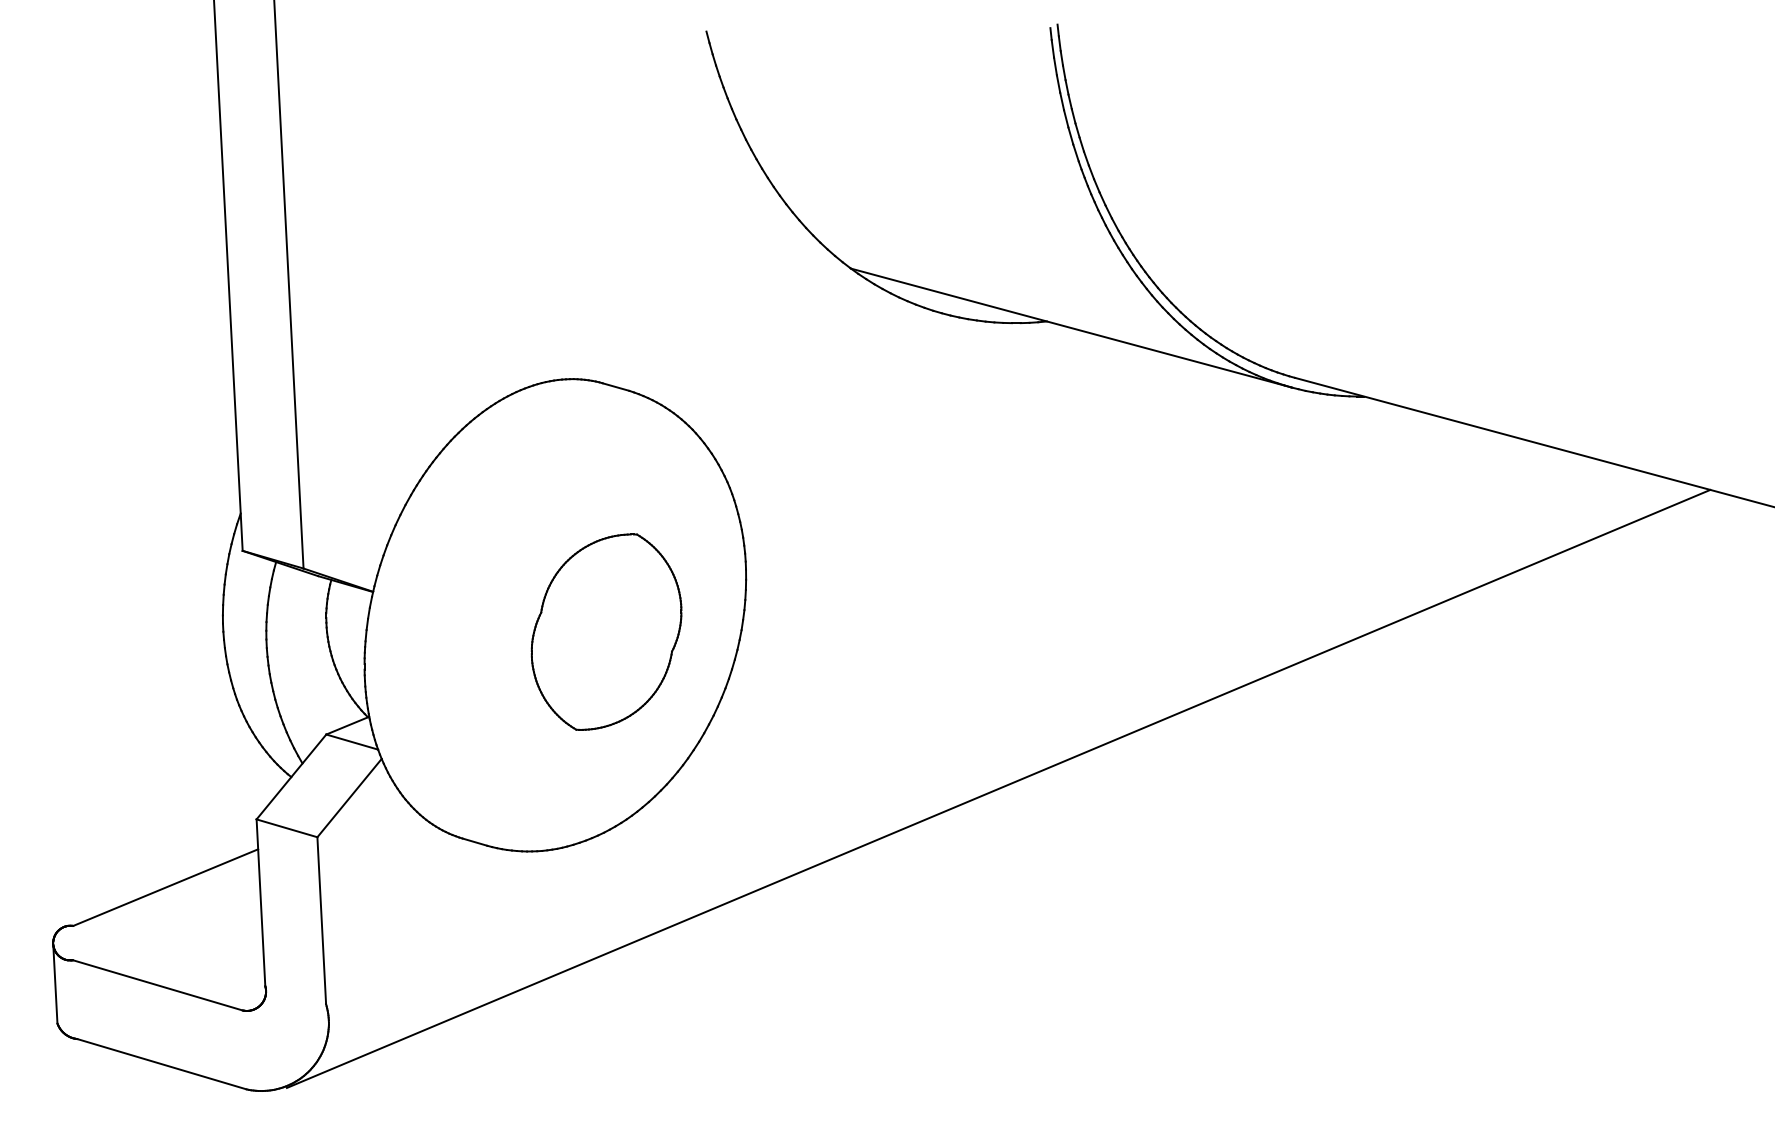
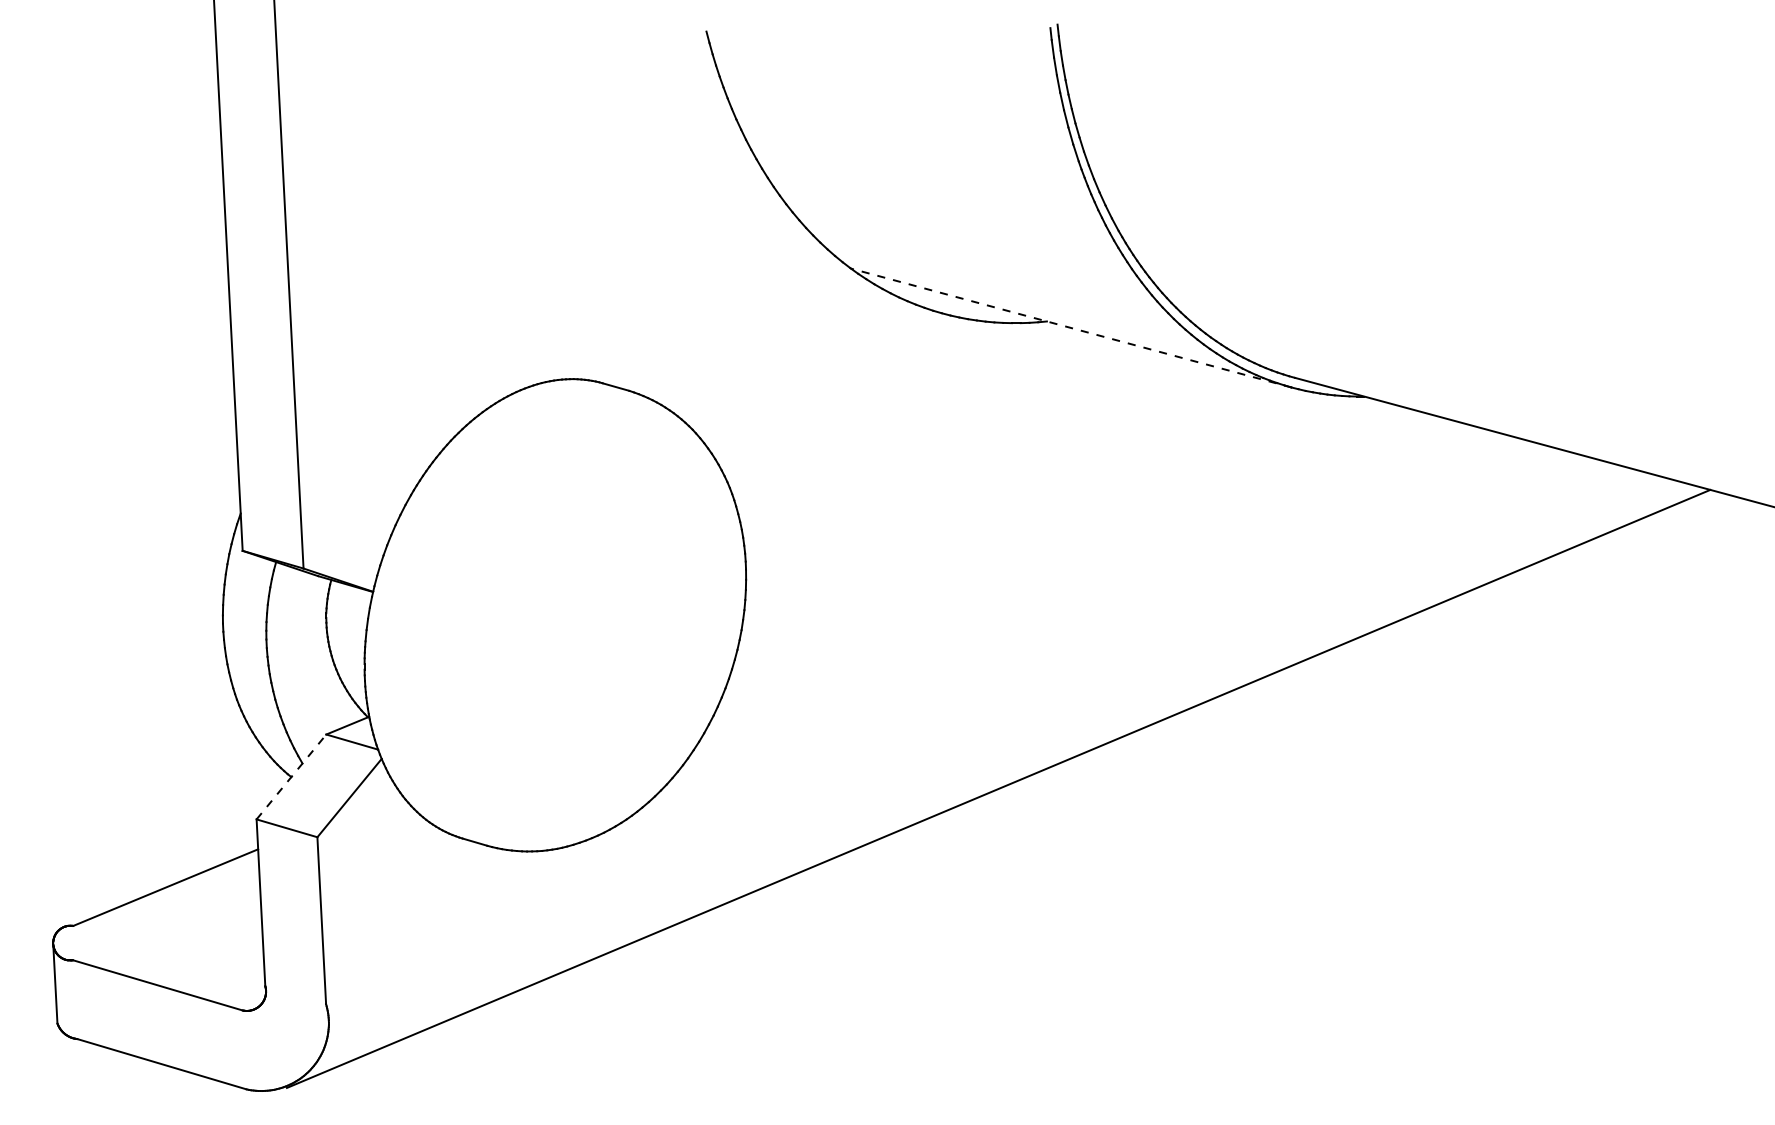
line at (1071, 327): solid -> dashed
part at (606, 631): present -> none
line at (291, 776): solid -> dashed
